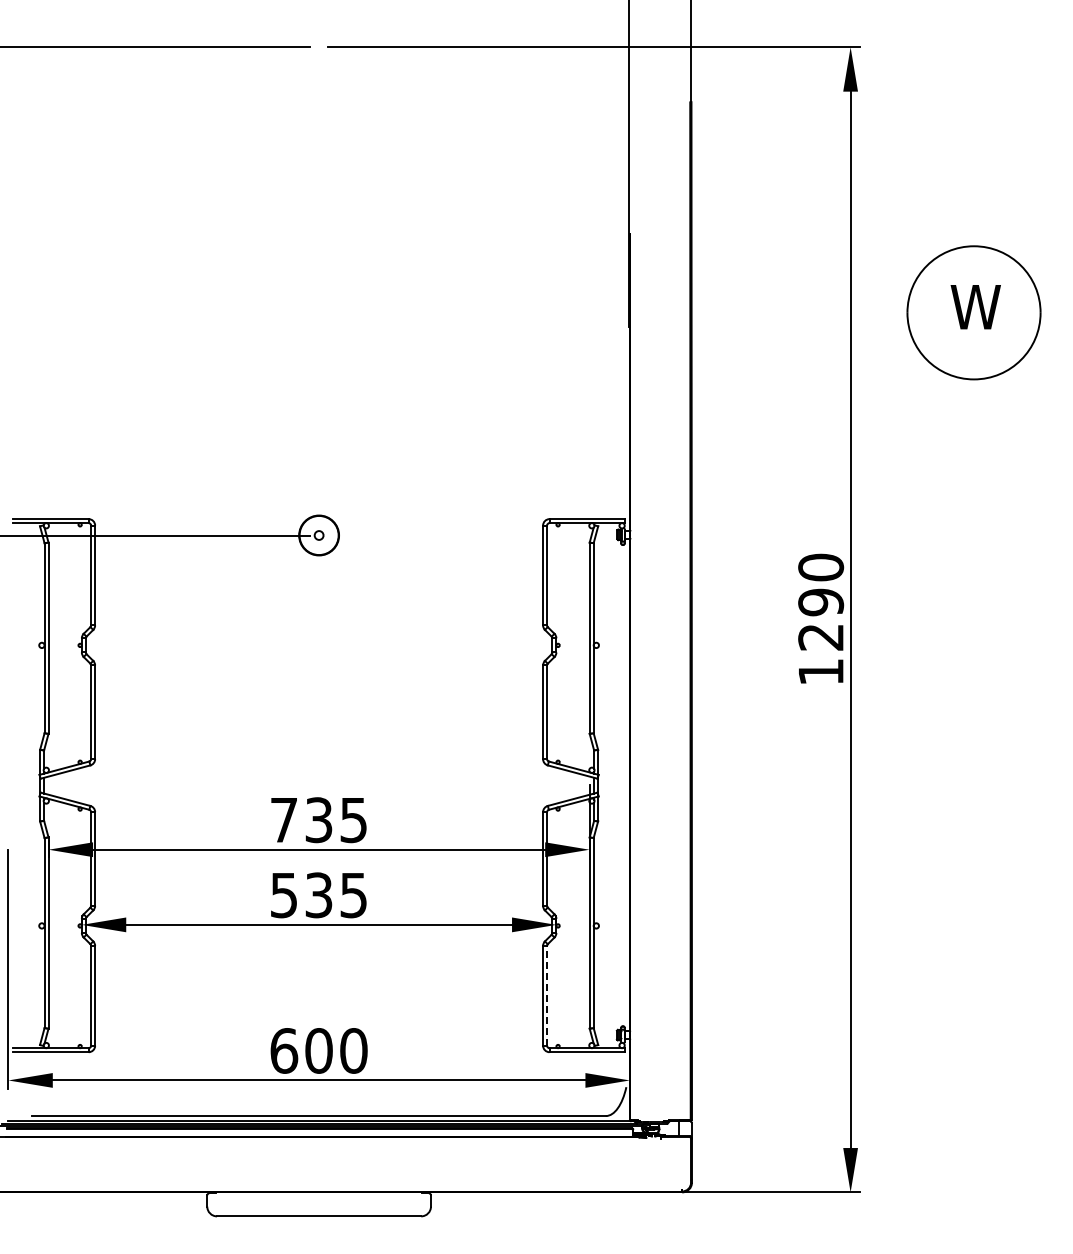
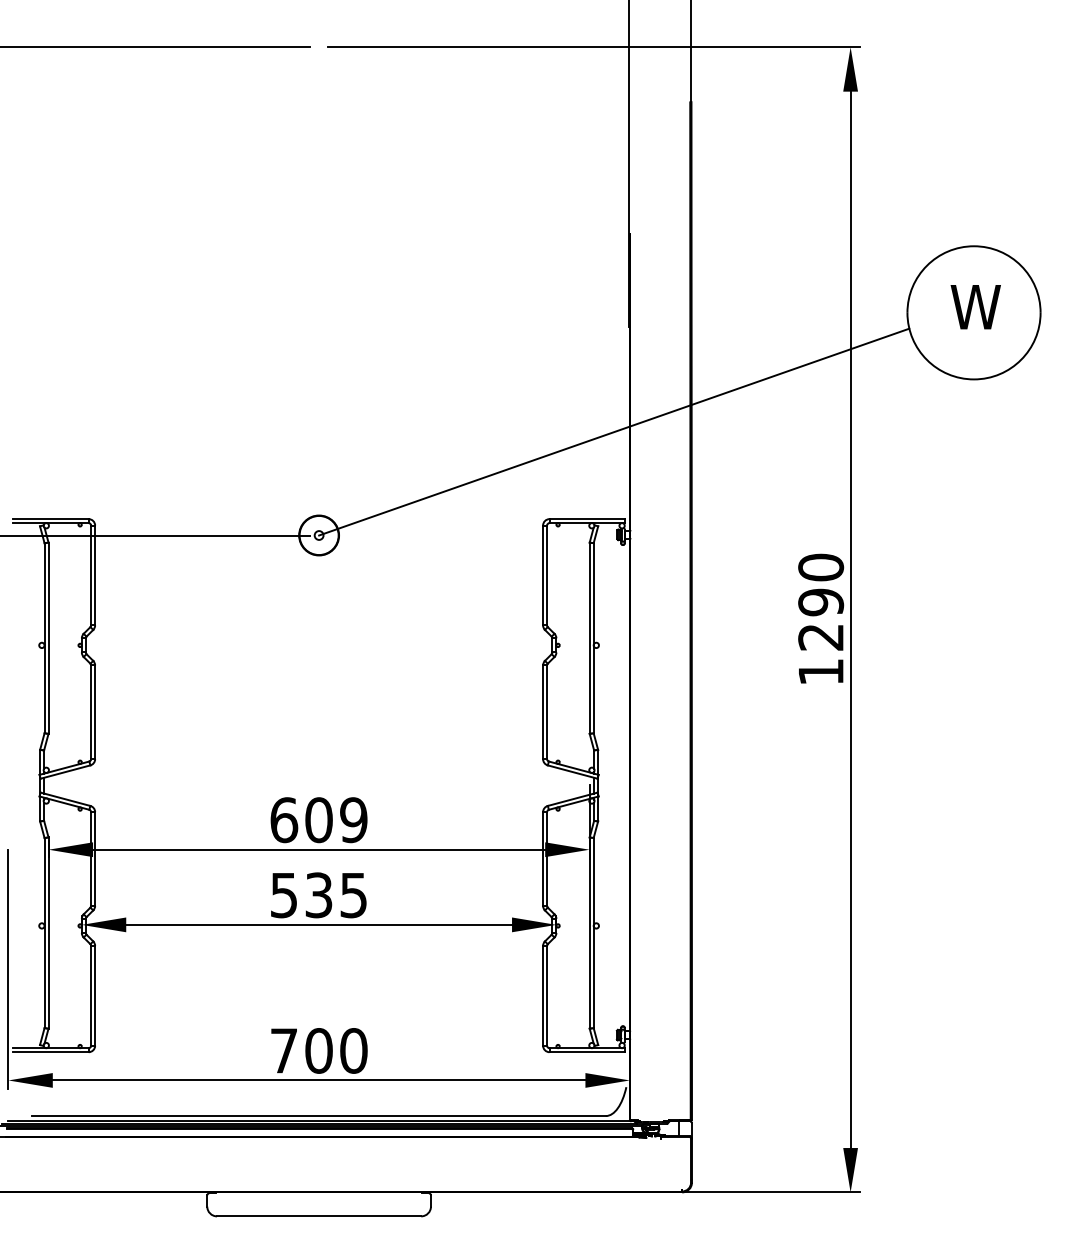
line at (614, 431): none -> present
text at (318, 820): 735 -> 609
line at (547, 995): dashed -> solid
text at (284, 1050): 600 -> 700
